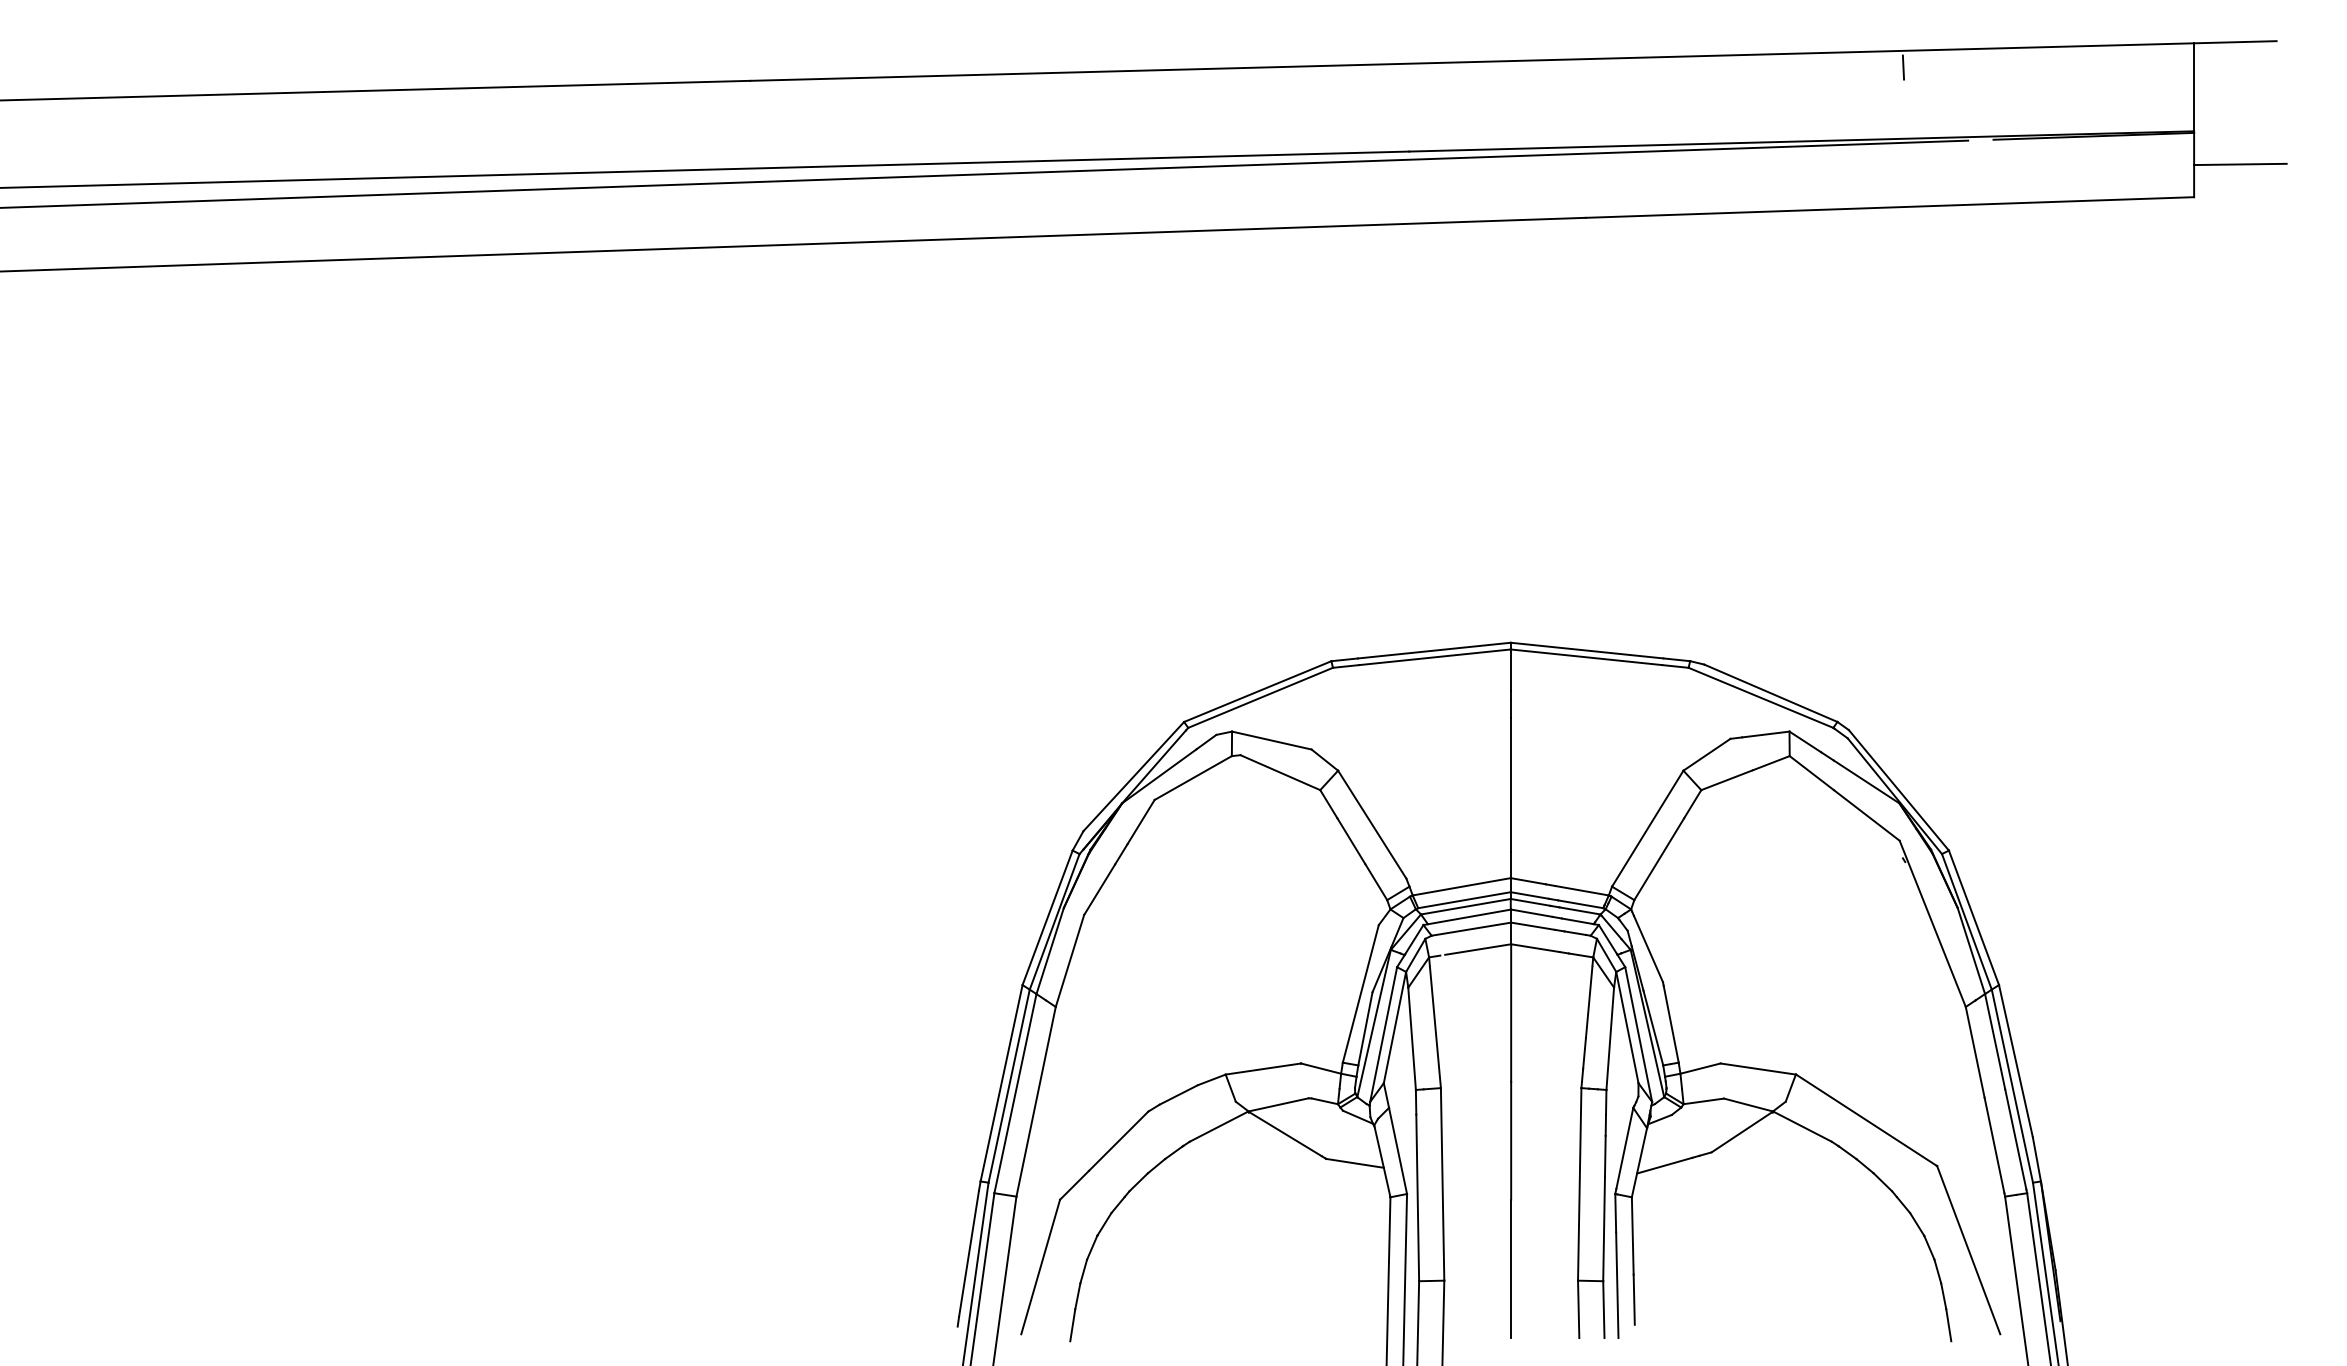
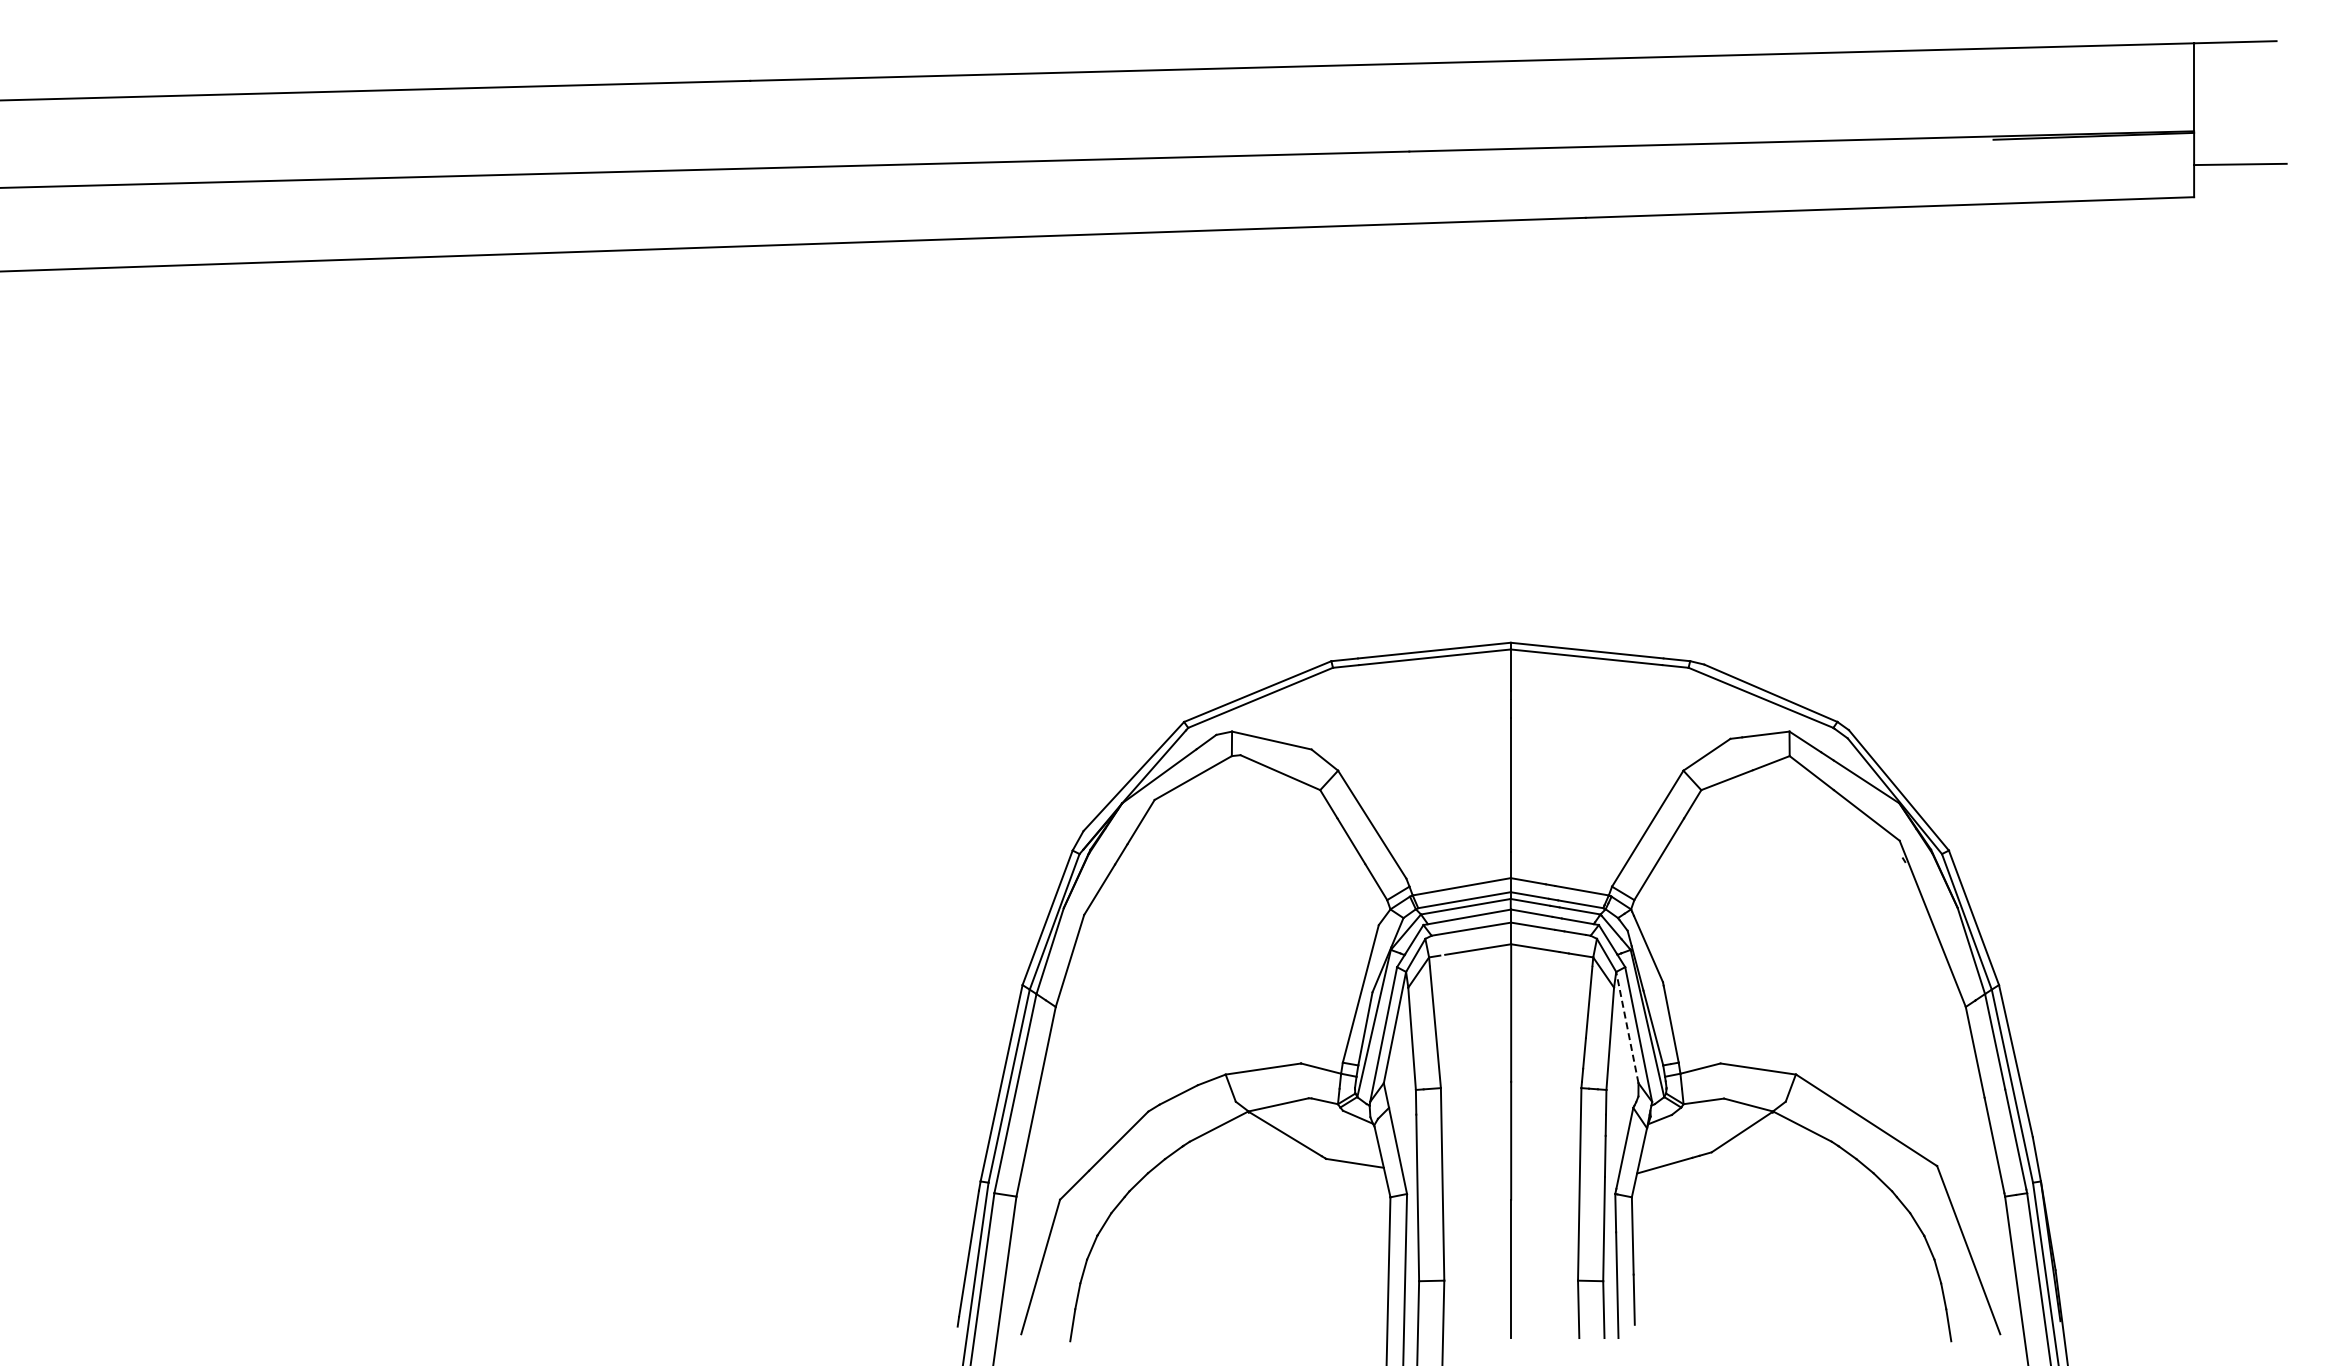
line at (1903, 67): present -> none
line at (985, 173): present -> none
line at (1627, 1027): solid -> dashed
